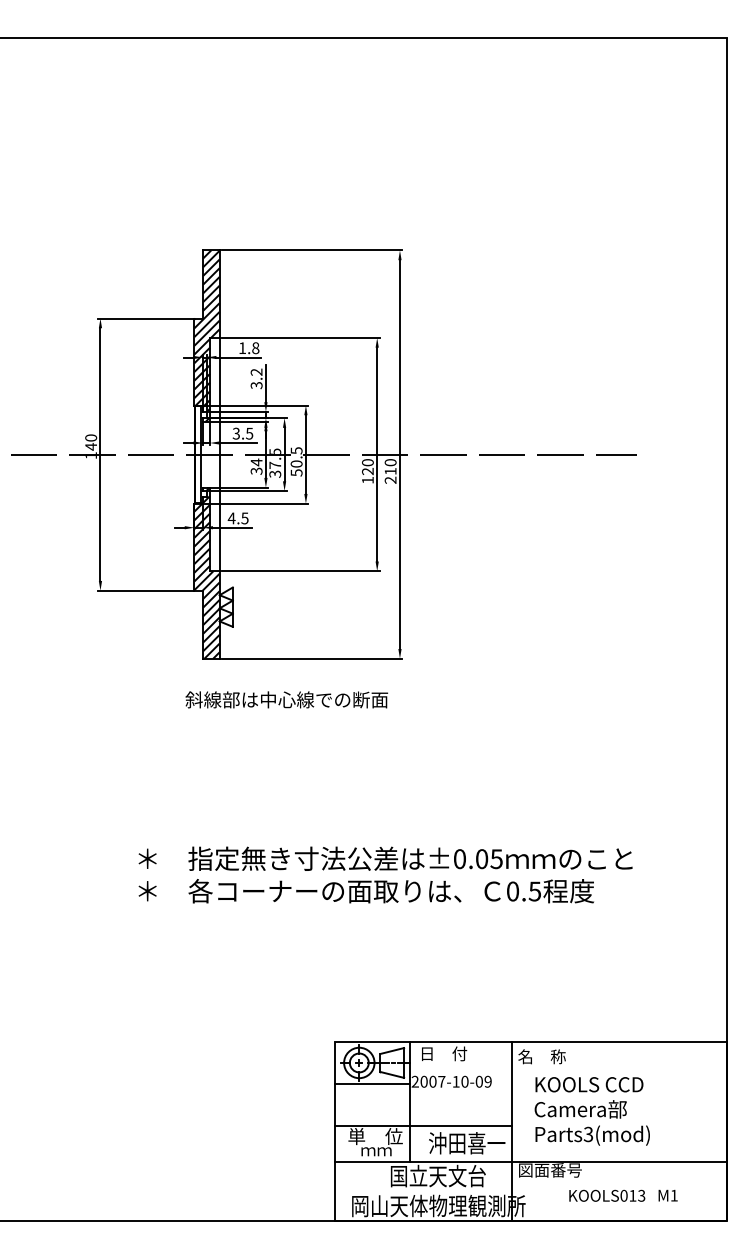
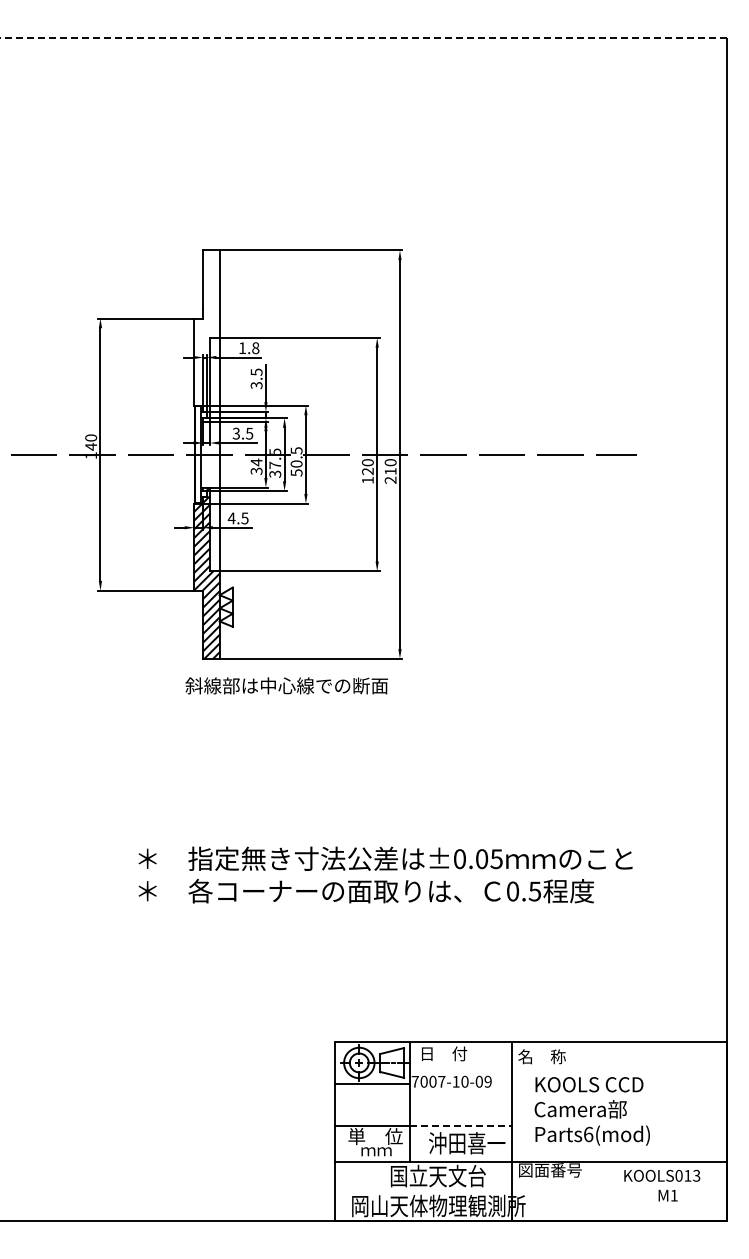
line at (363, 37): solid -> dashed
hatch at (206, 335): present -> none
text at (256, 371): 3.2 -> 3.5
text at (286, 699) position: (286, 699) -> (286, 685)
text at (414, 1081): 2007-10-09 -> 7007-10-09
line at (460, 1125): solid -> dashed
text at (588, 1134): Parts3(mod) -> Parts6(mod)
text at (607, 1195) position: (607, 1195) -> (662, 1175)
